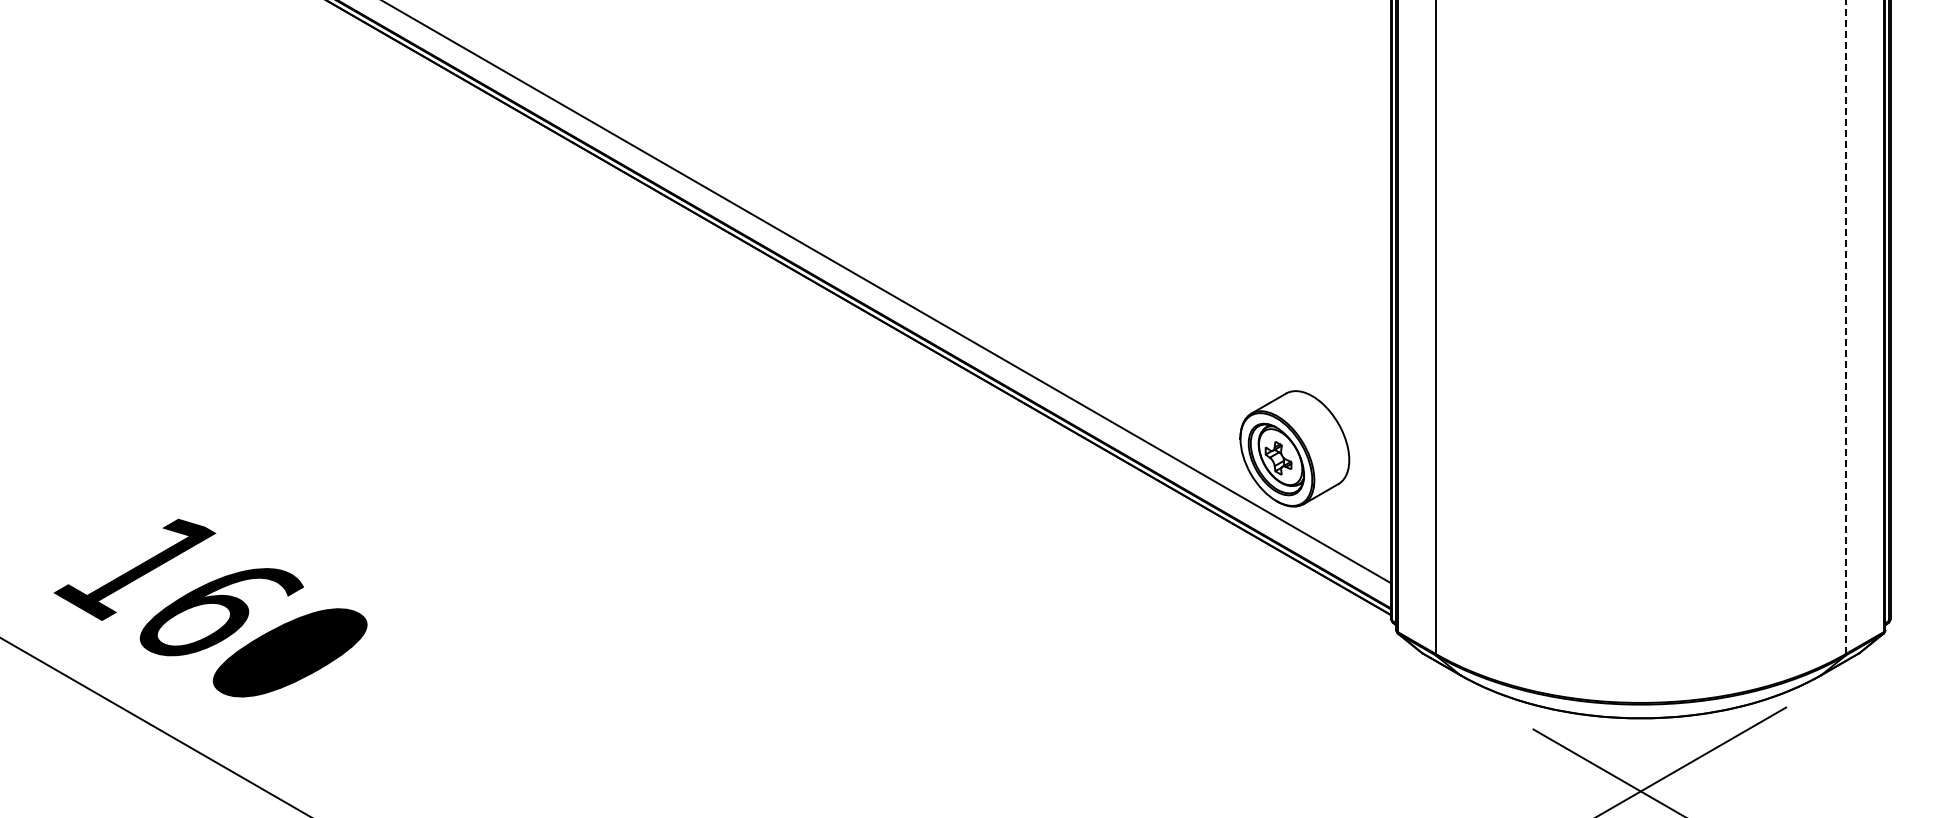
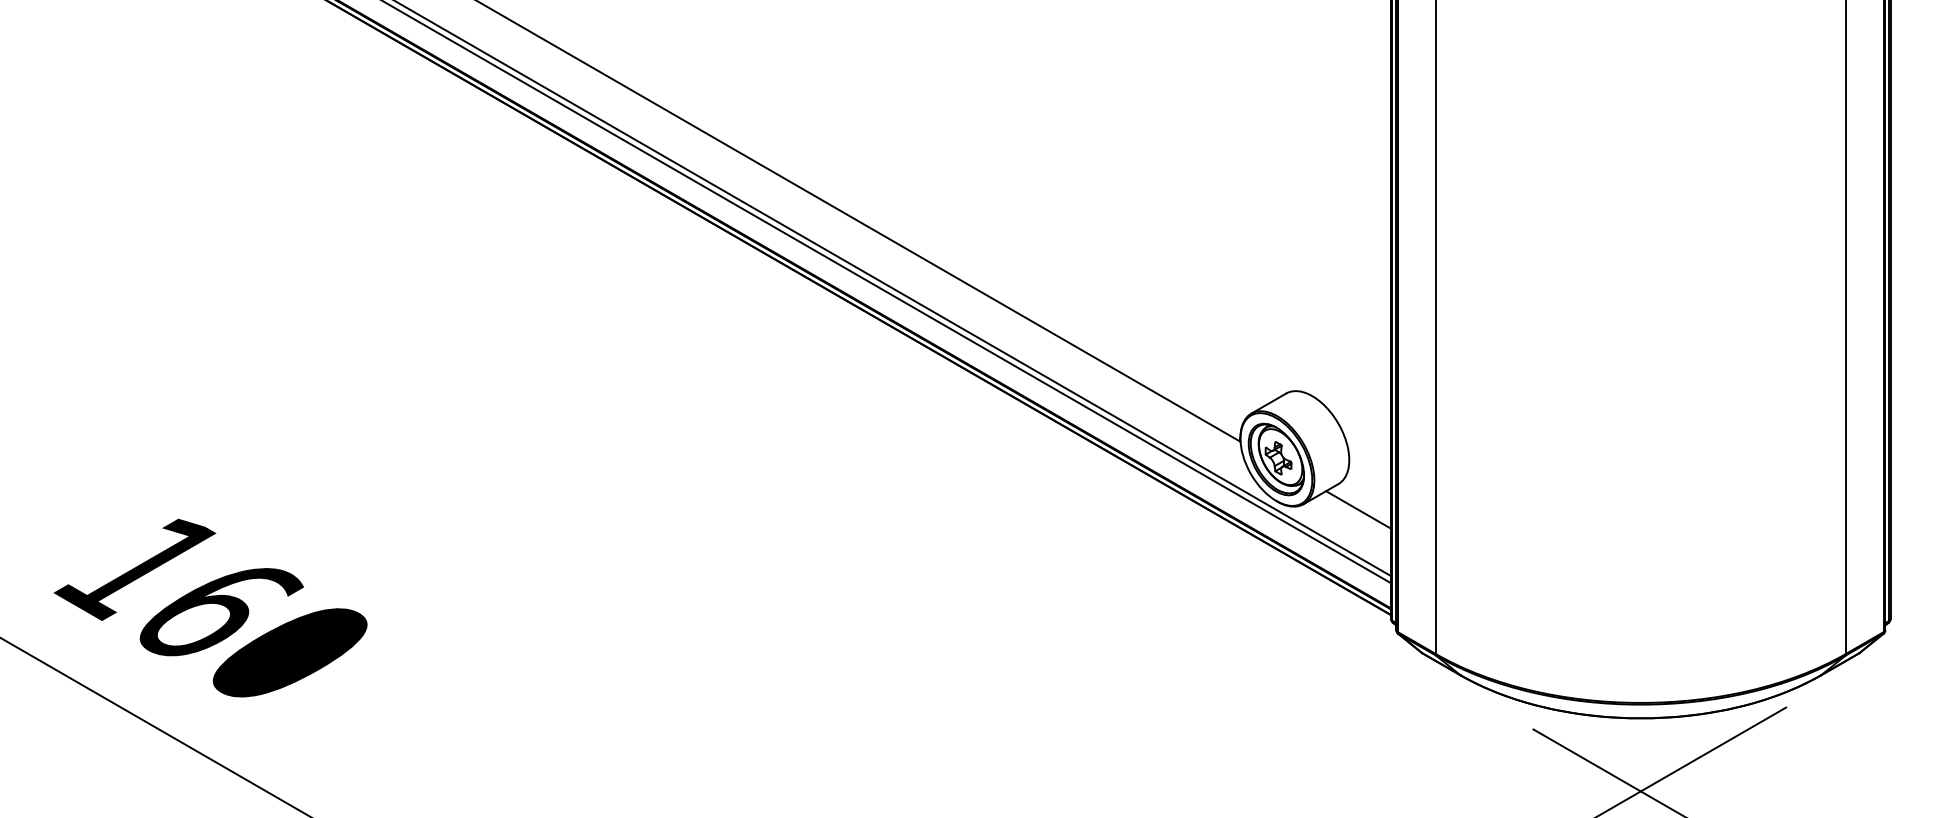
line at (859, 221): none -> present
line at (894, 289): none -> present
line at (1846, 327): dashed -> solid
line at (1358, 509): none -> present
